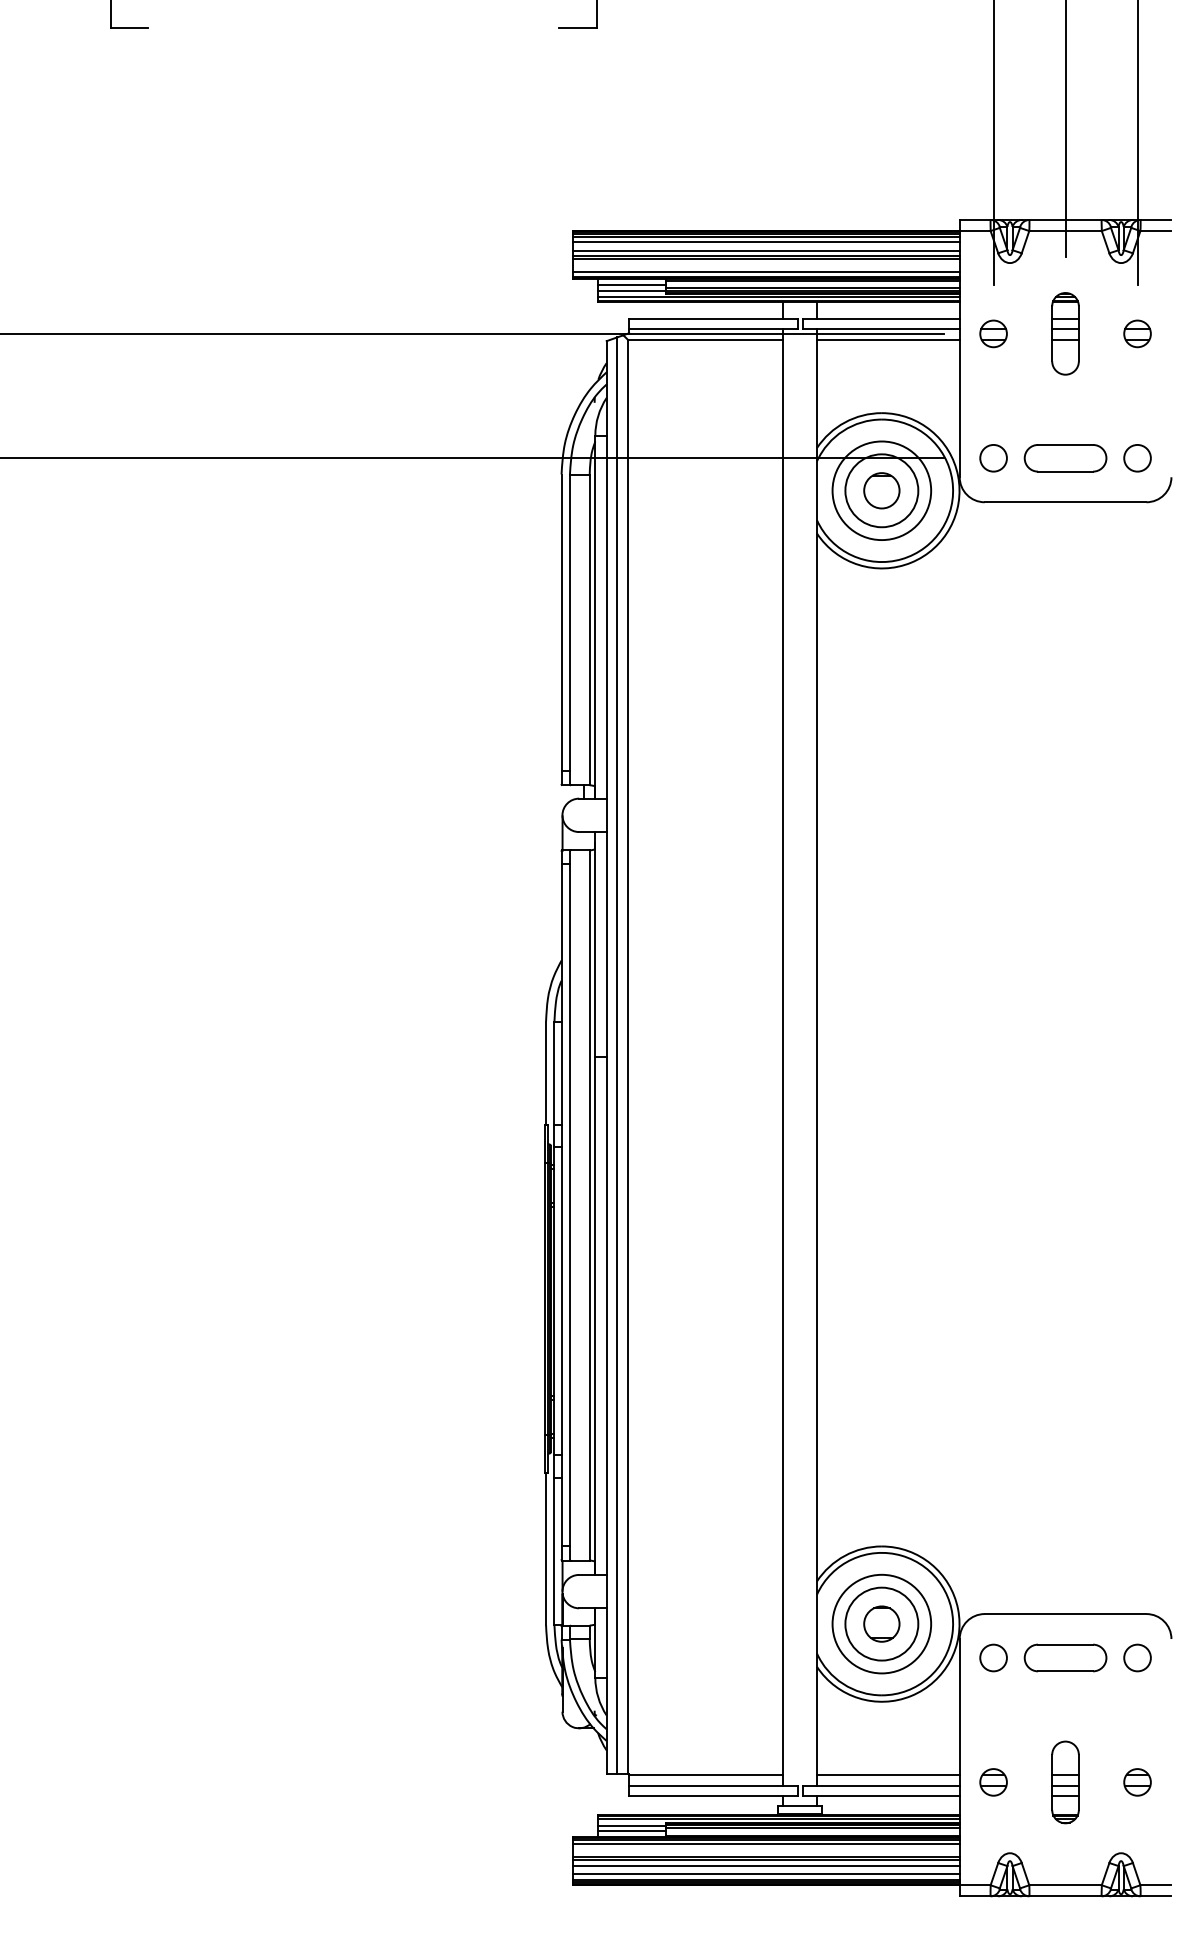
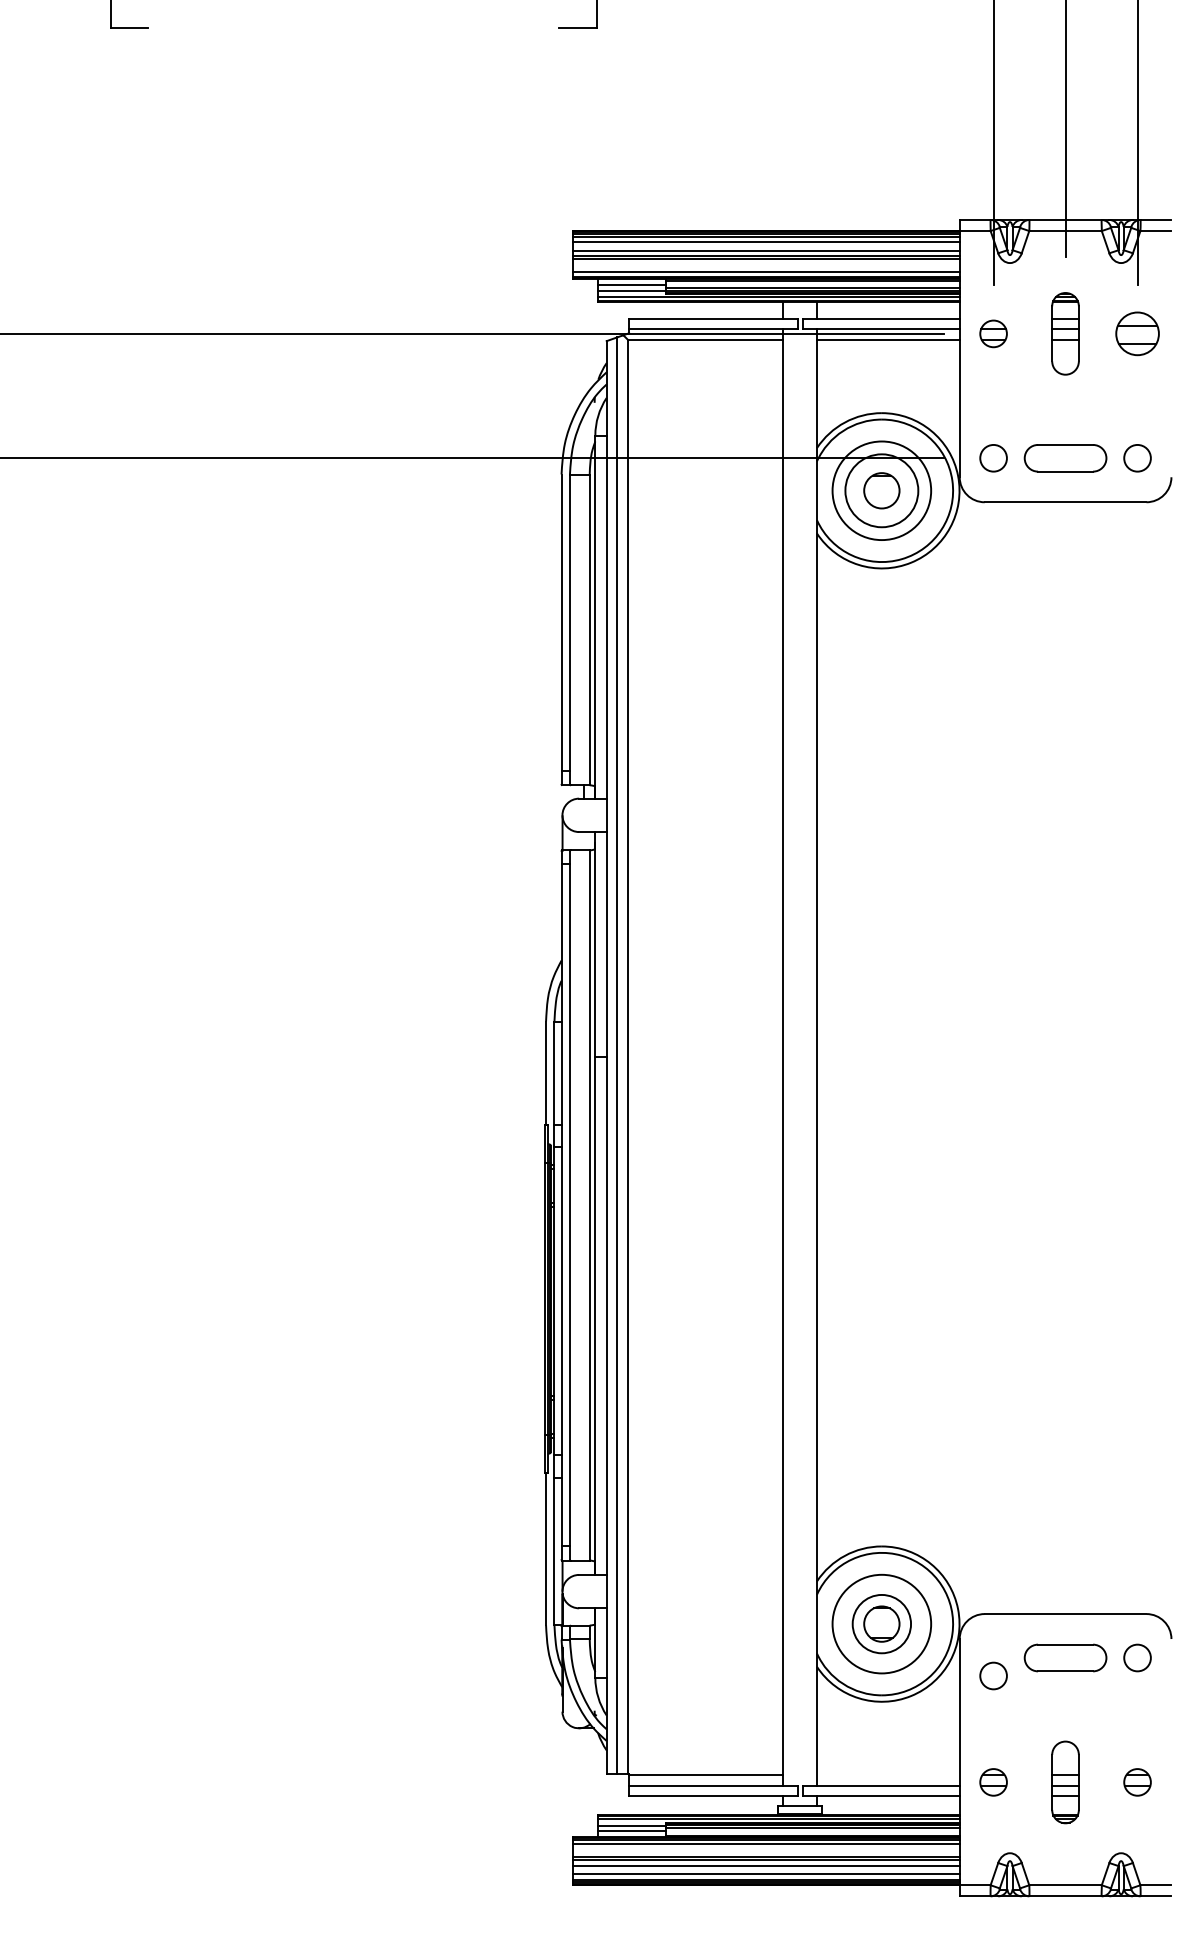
part at (1137, 333) size: 29x30 px -> 45x46 px
circle at (881, 1623) diameter: 73 px -> 58 px
circle at (993, 1657) position: (993, 1657) -> (993, 1675)
line at (887, 1774): present -> none
